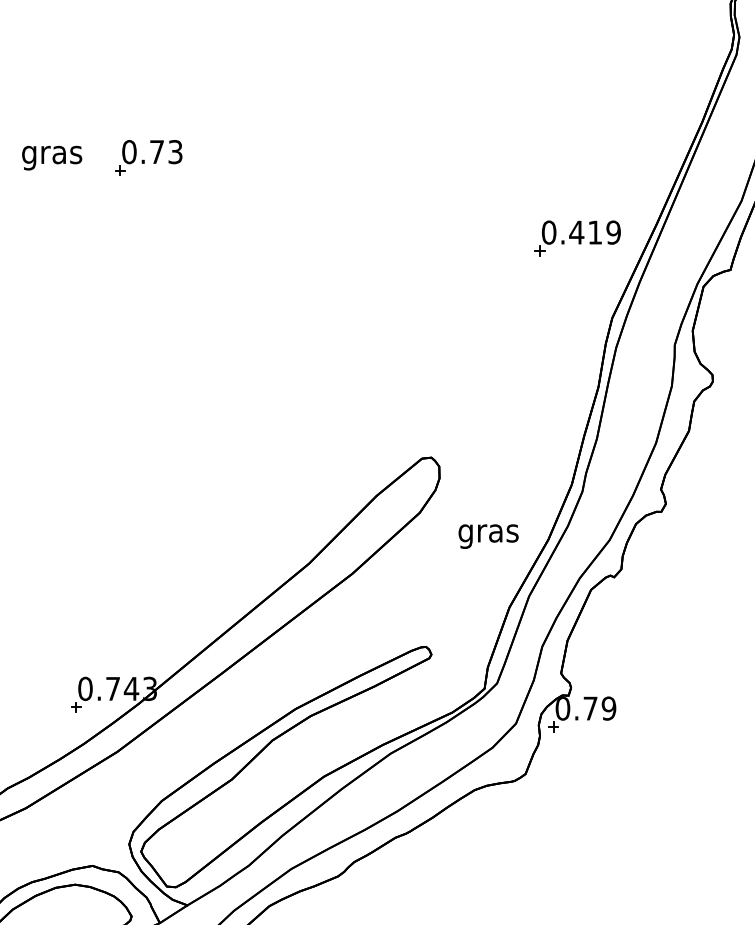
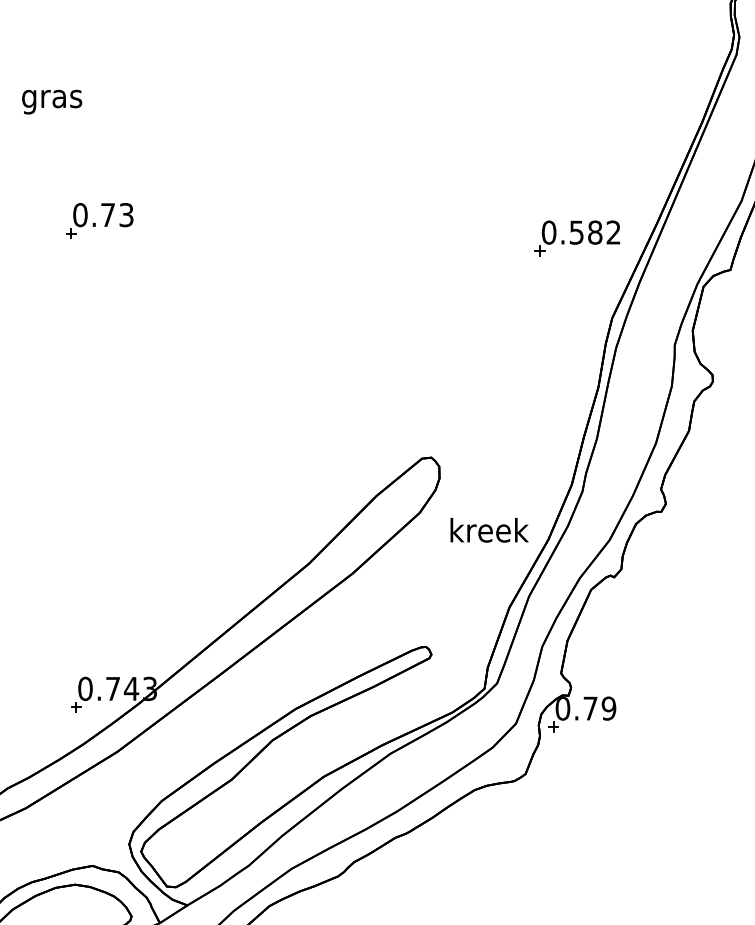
text at (52, 157) position: (52, 157) -> (52, 101)
part at (148, 157) position: (148, 157) -> (99, 220)
text at (594, 232): 0.419 -> 0.582
text at (489, 532): gras -> kreek
